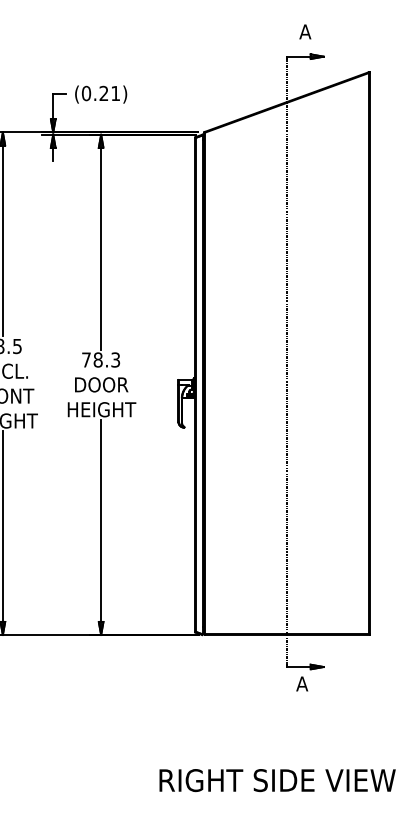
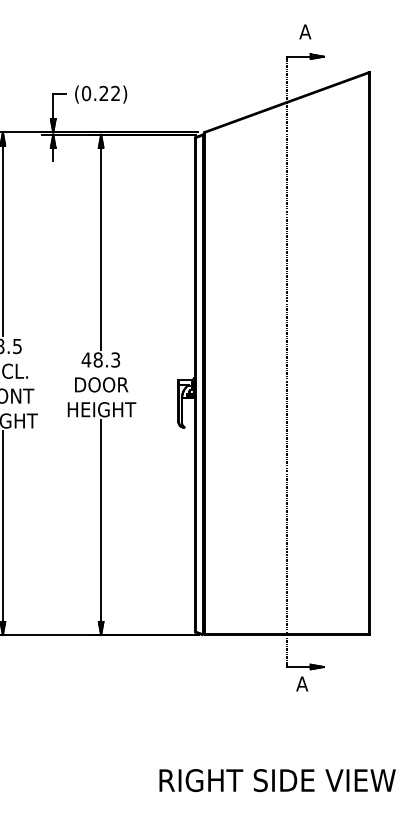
text at (115, 92): (0.21) -> (0.22)
text at (86, 359): 78.3 -> 48.3
